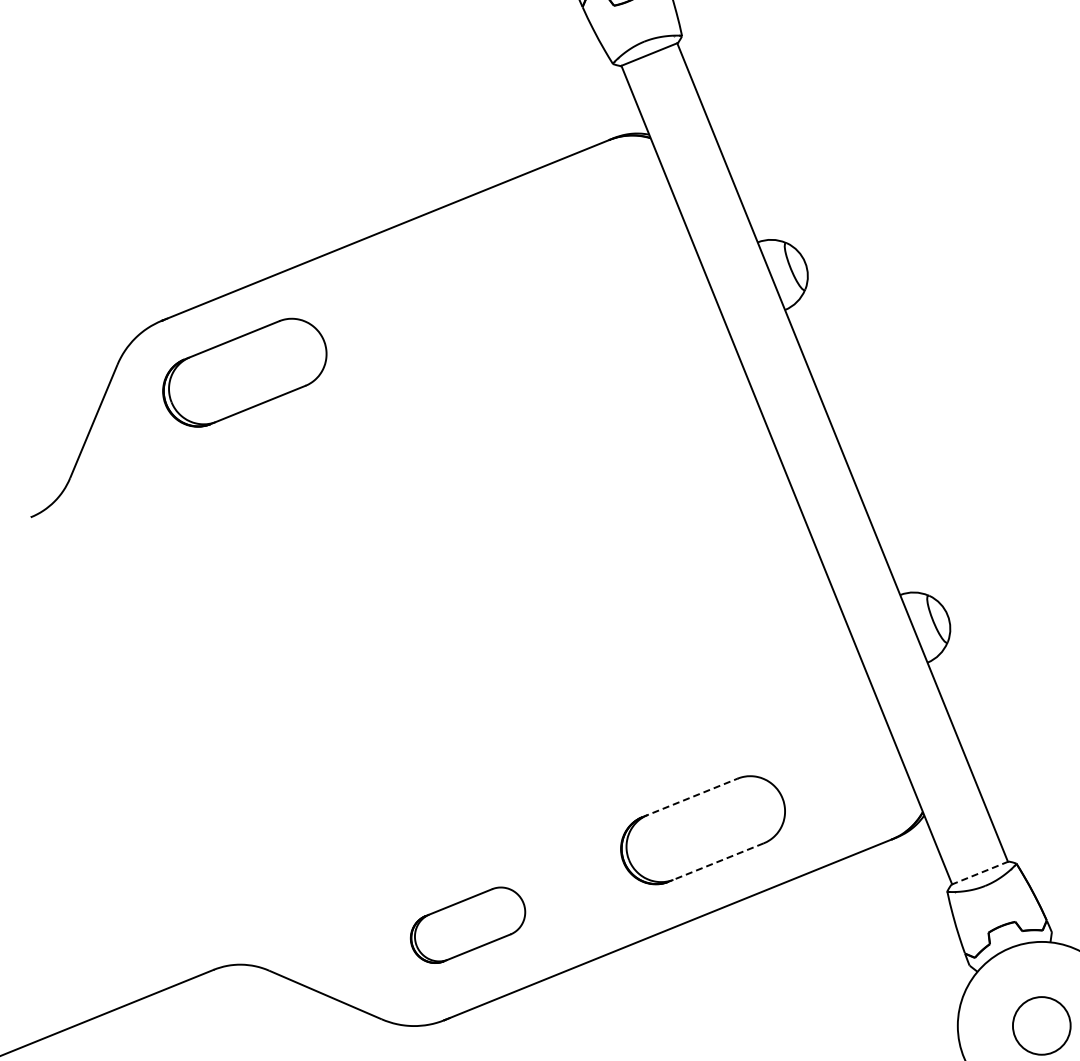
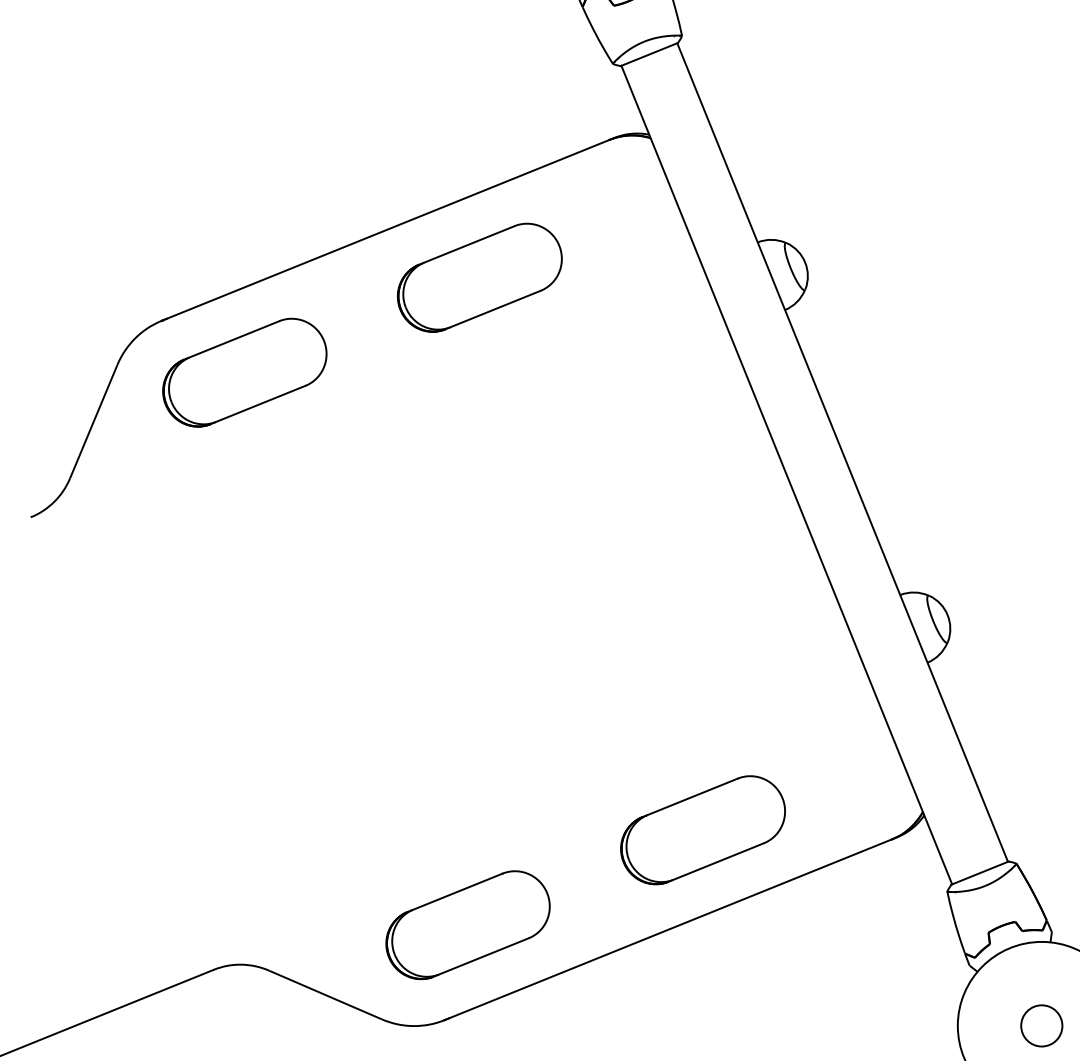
part at (479, 277): none -> present
line at (690, 797): dashed -> solid
line at (715, 862): dashed -> solid
line at (980, 873): dashed -> solid
part at (468, 924) size: 117x78 px -> 166x111 px
circle at (1041, 1025) diameter: 58 px -> 41 px
